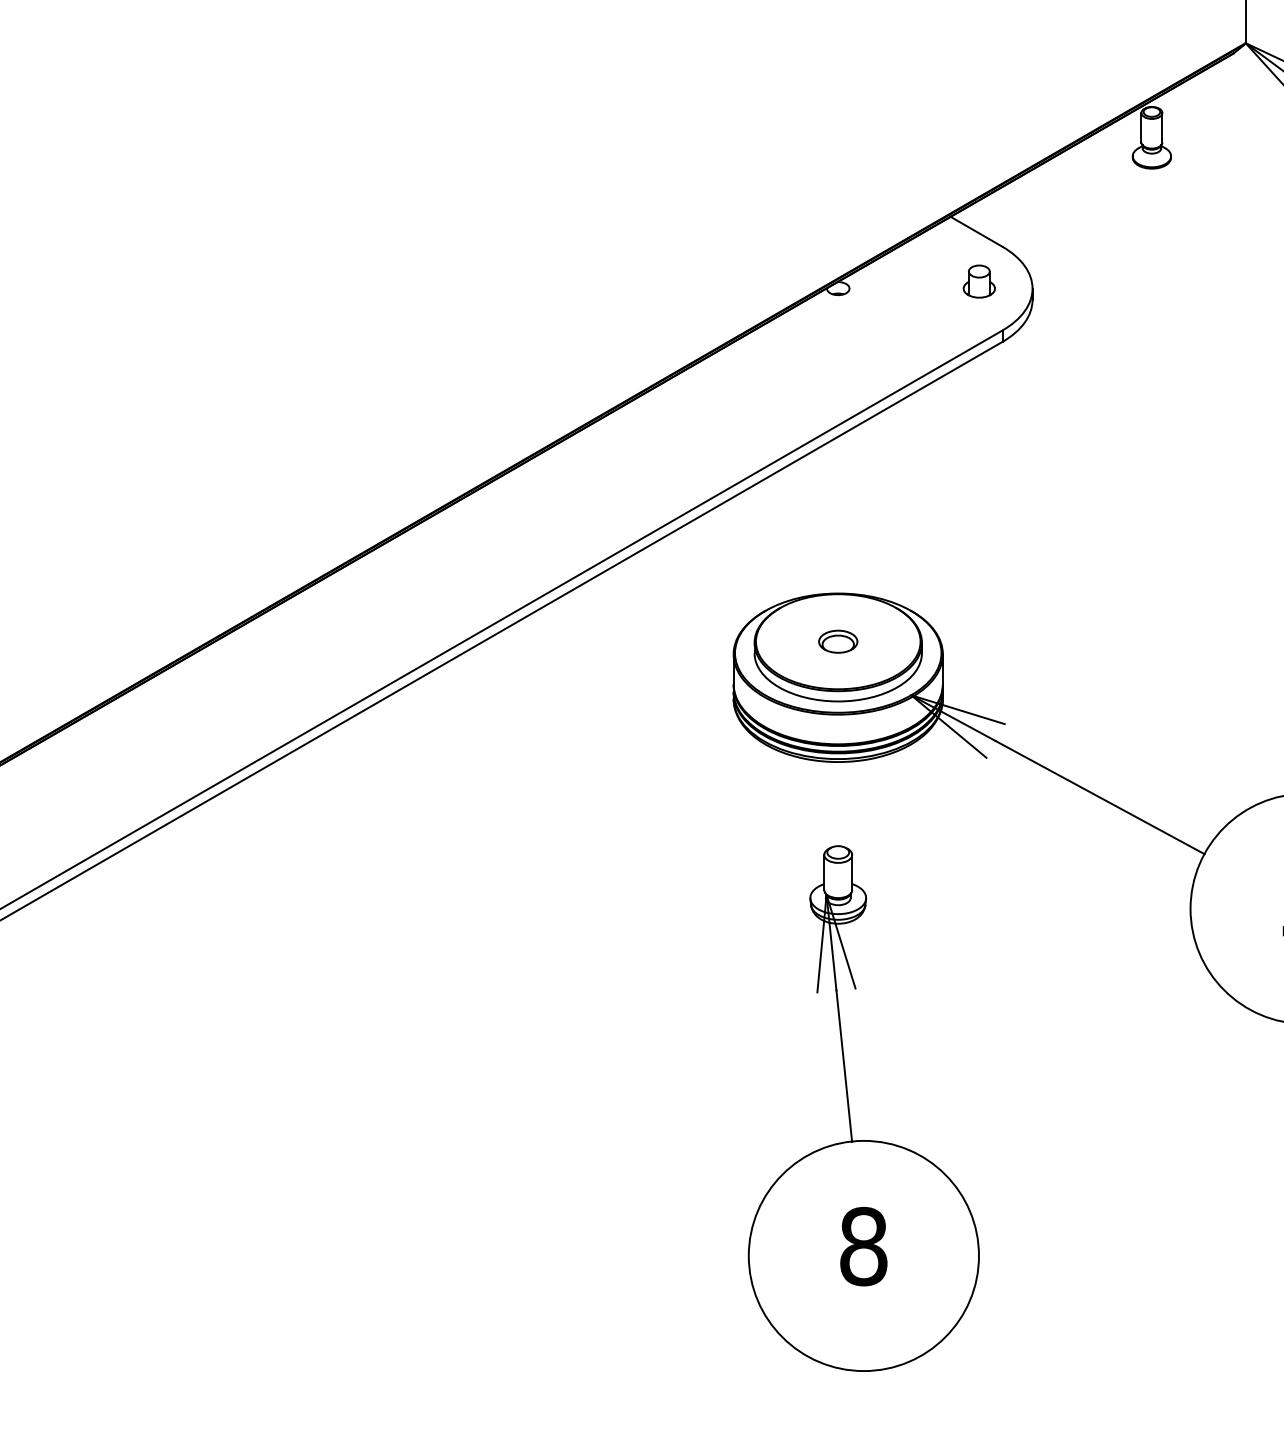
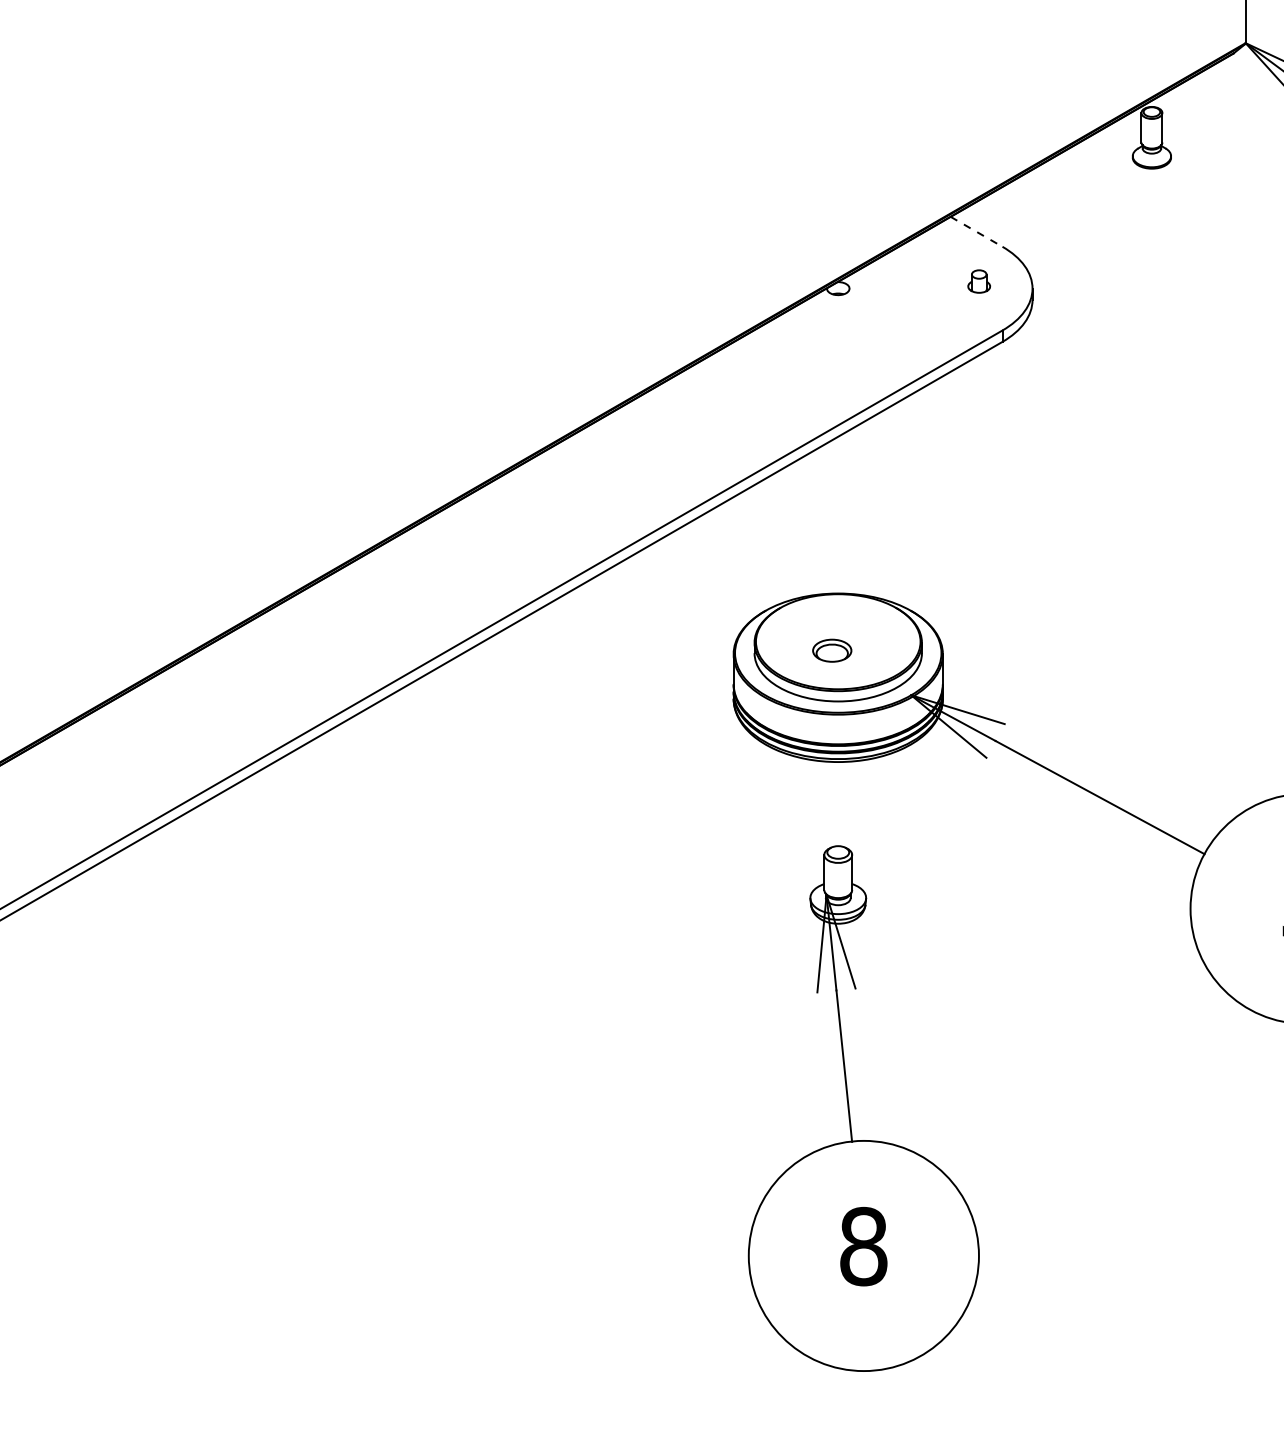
line at (976, 231): solid -> dashed
part at (978, 281) size: 34x35 px -> 25x25 px
part at (838, 641) position: (838, 641) -> (832, 650)
